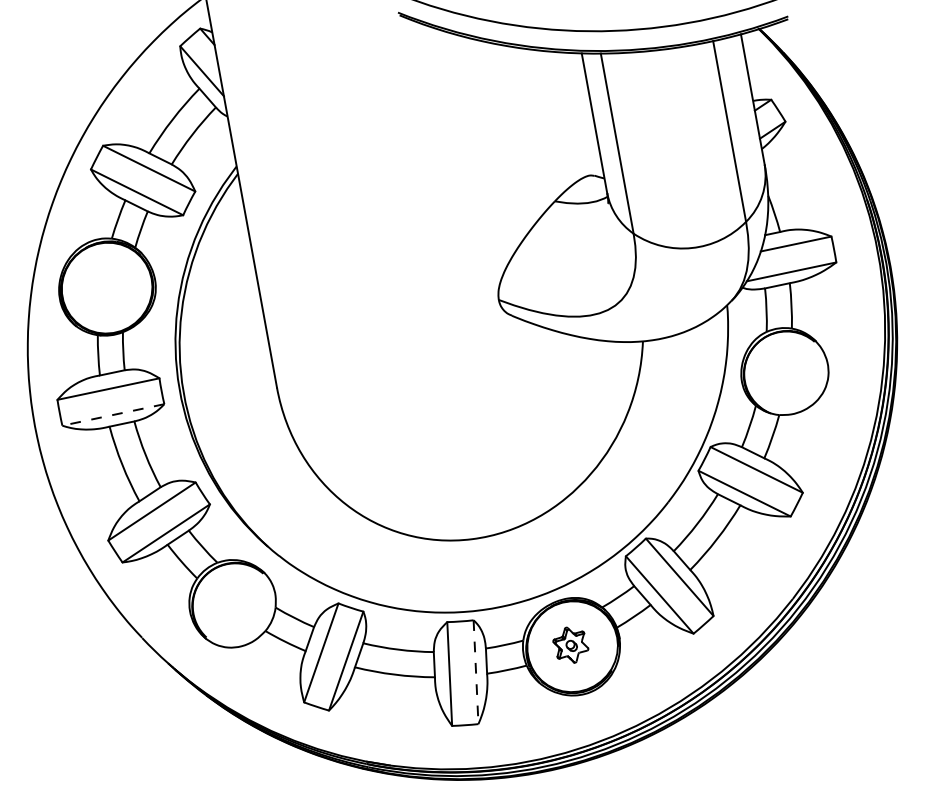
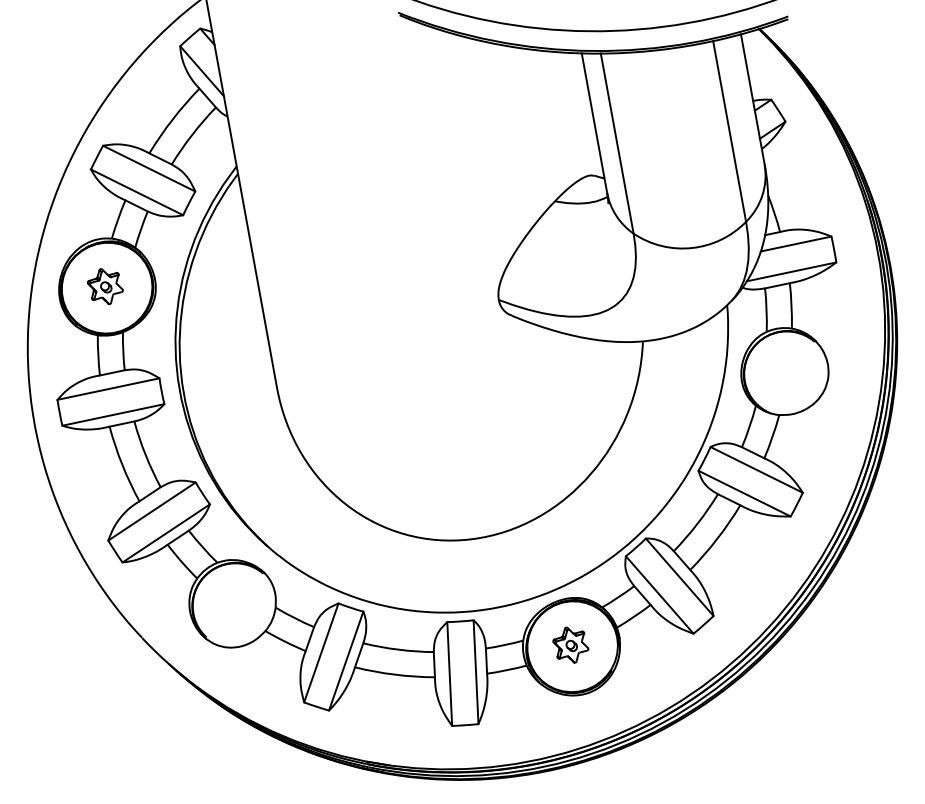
part at (105, 286): none -> present
line at (112, 415): dashed -> solid
line at (476, 672): dashed -> solid
